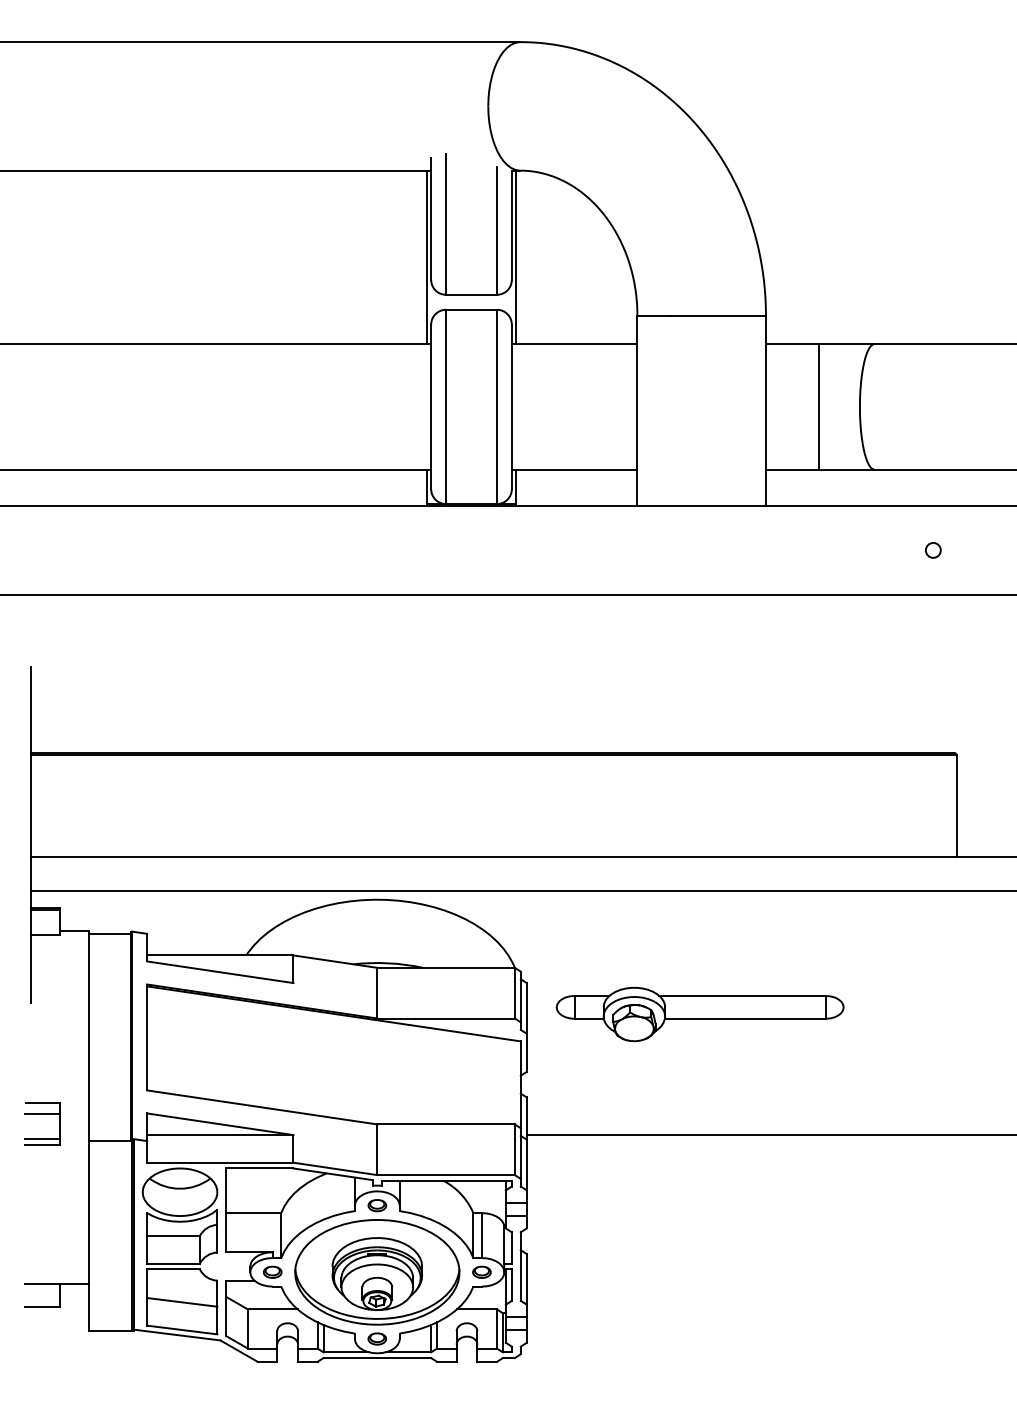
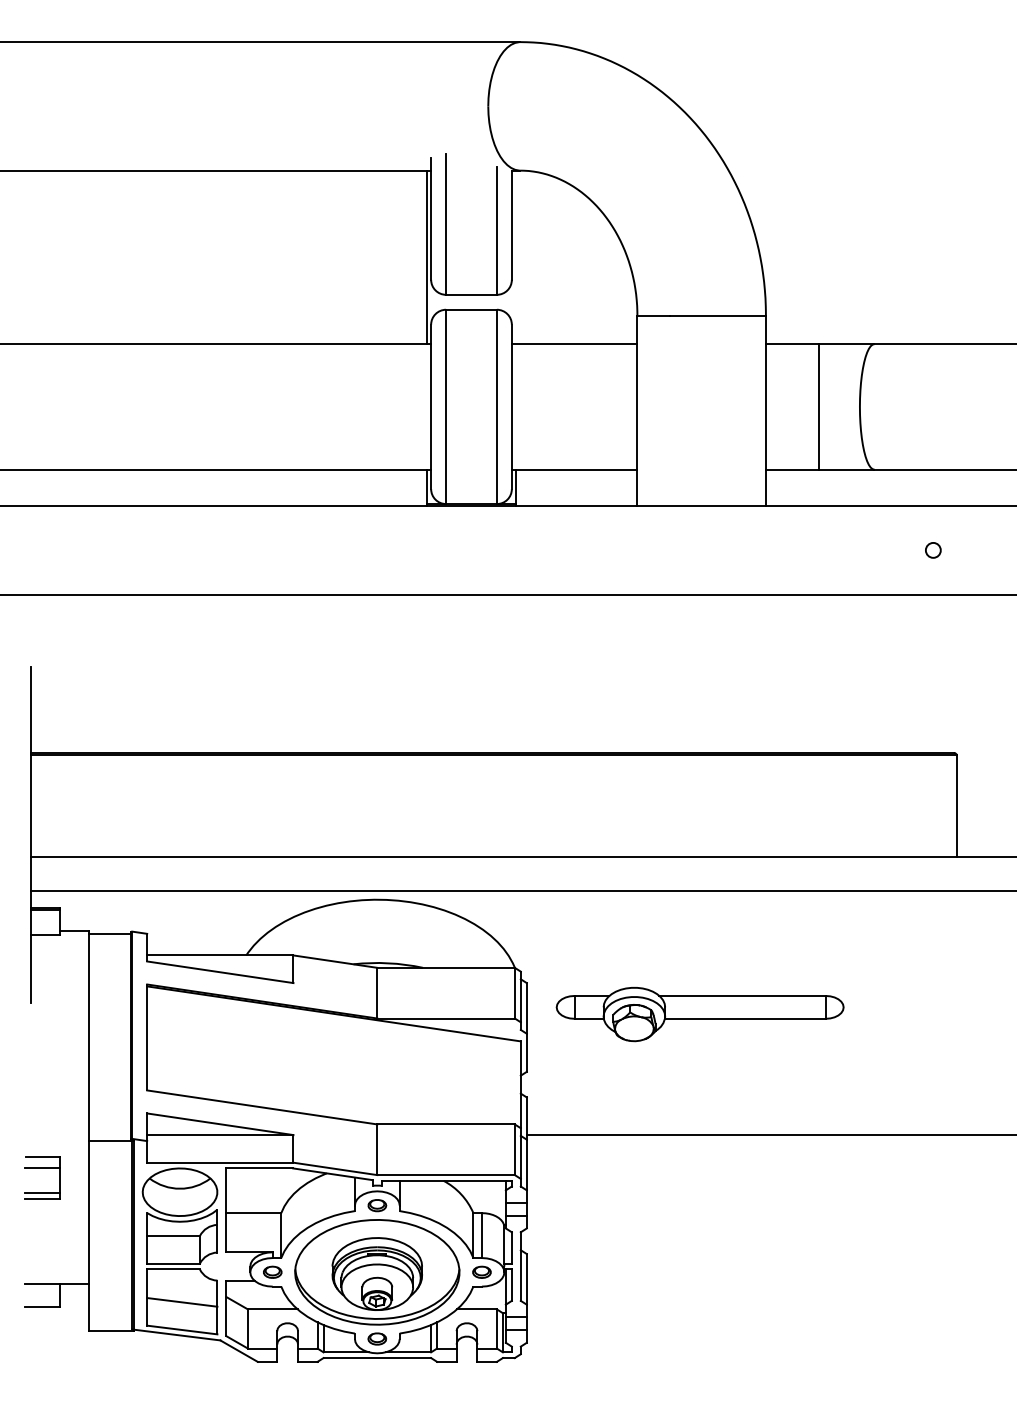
line at (516, 257): present -> none
part at (42, 1114) position: (42, 1114) -> (42, 1168)
